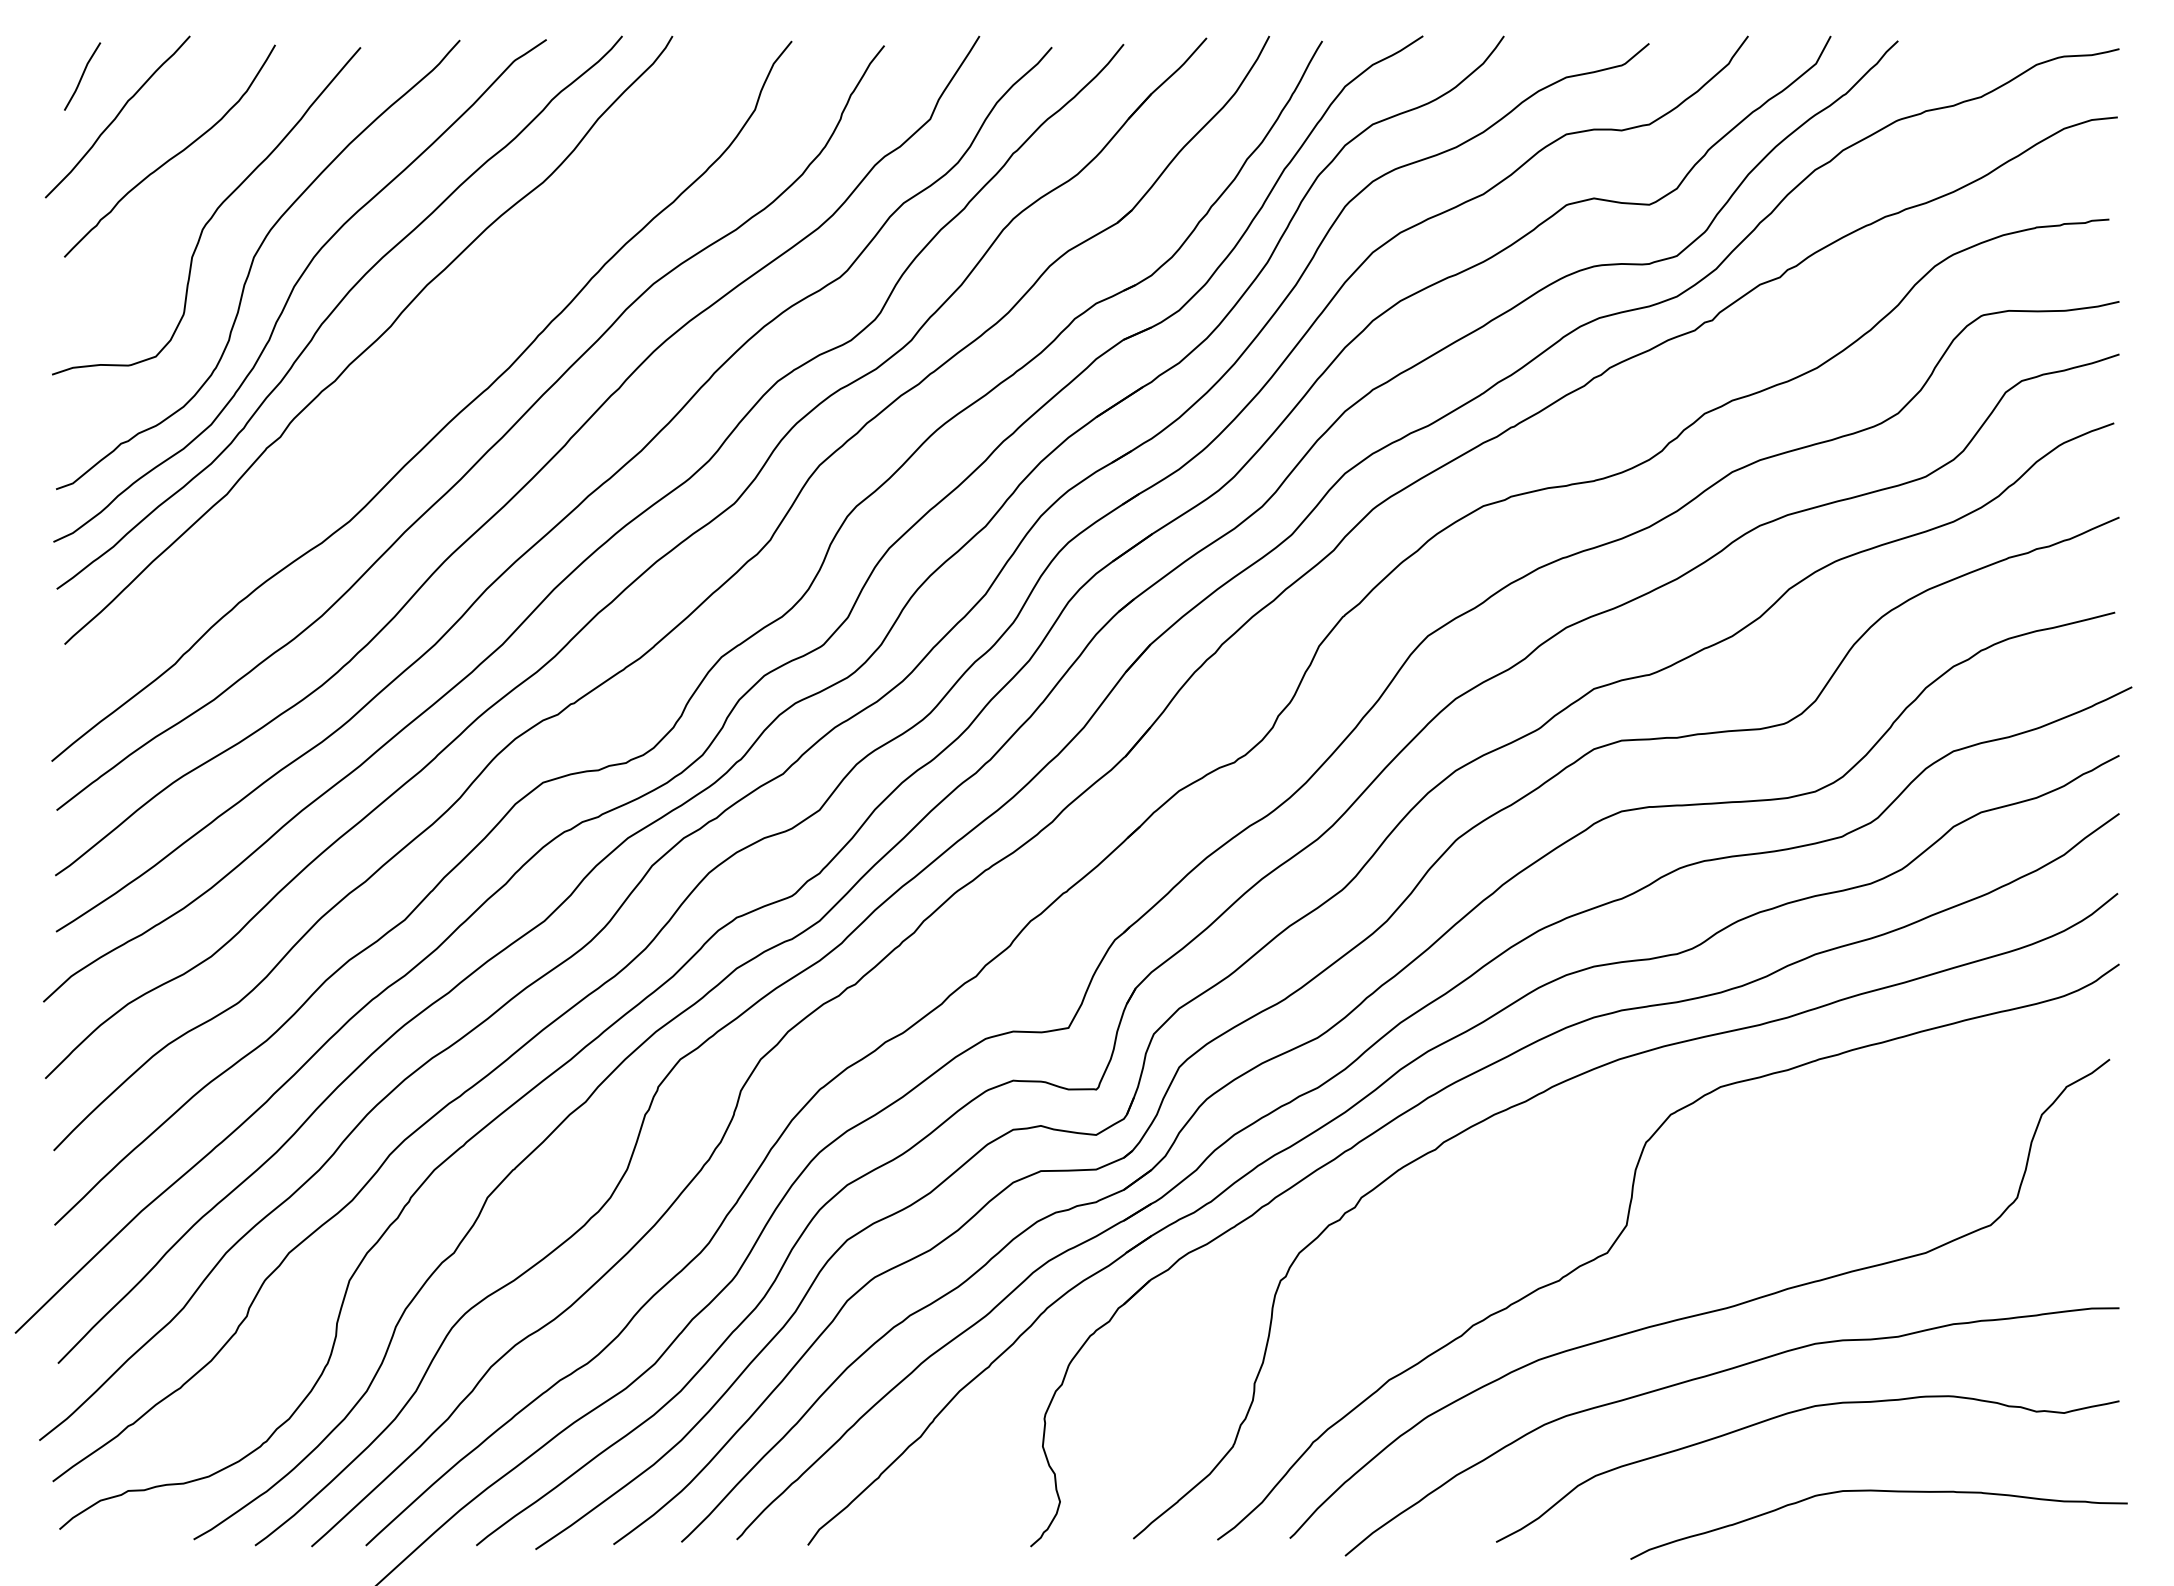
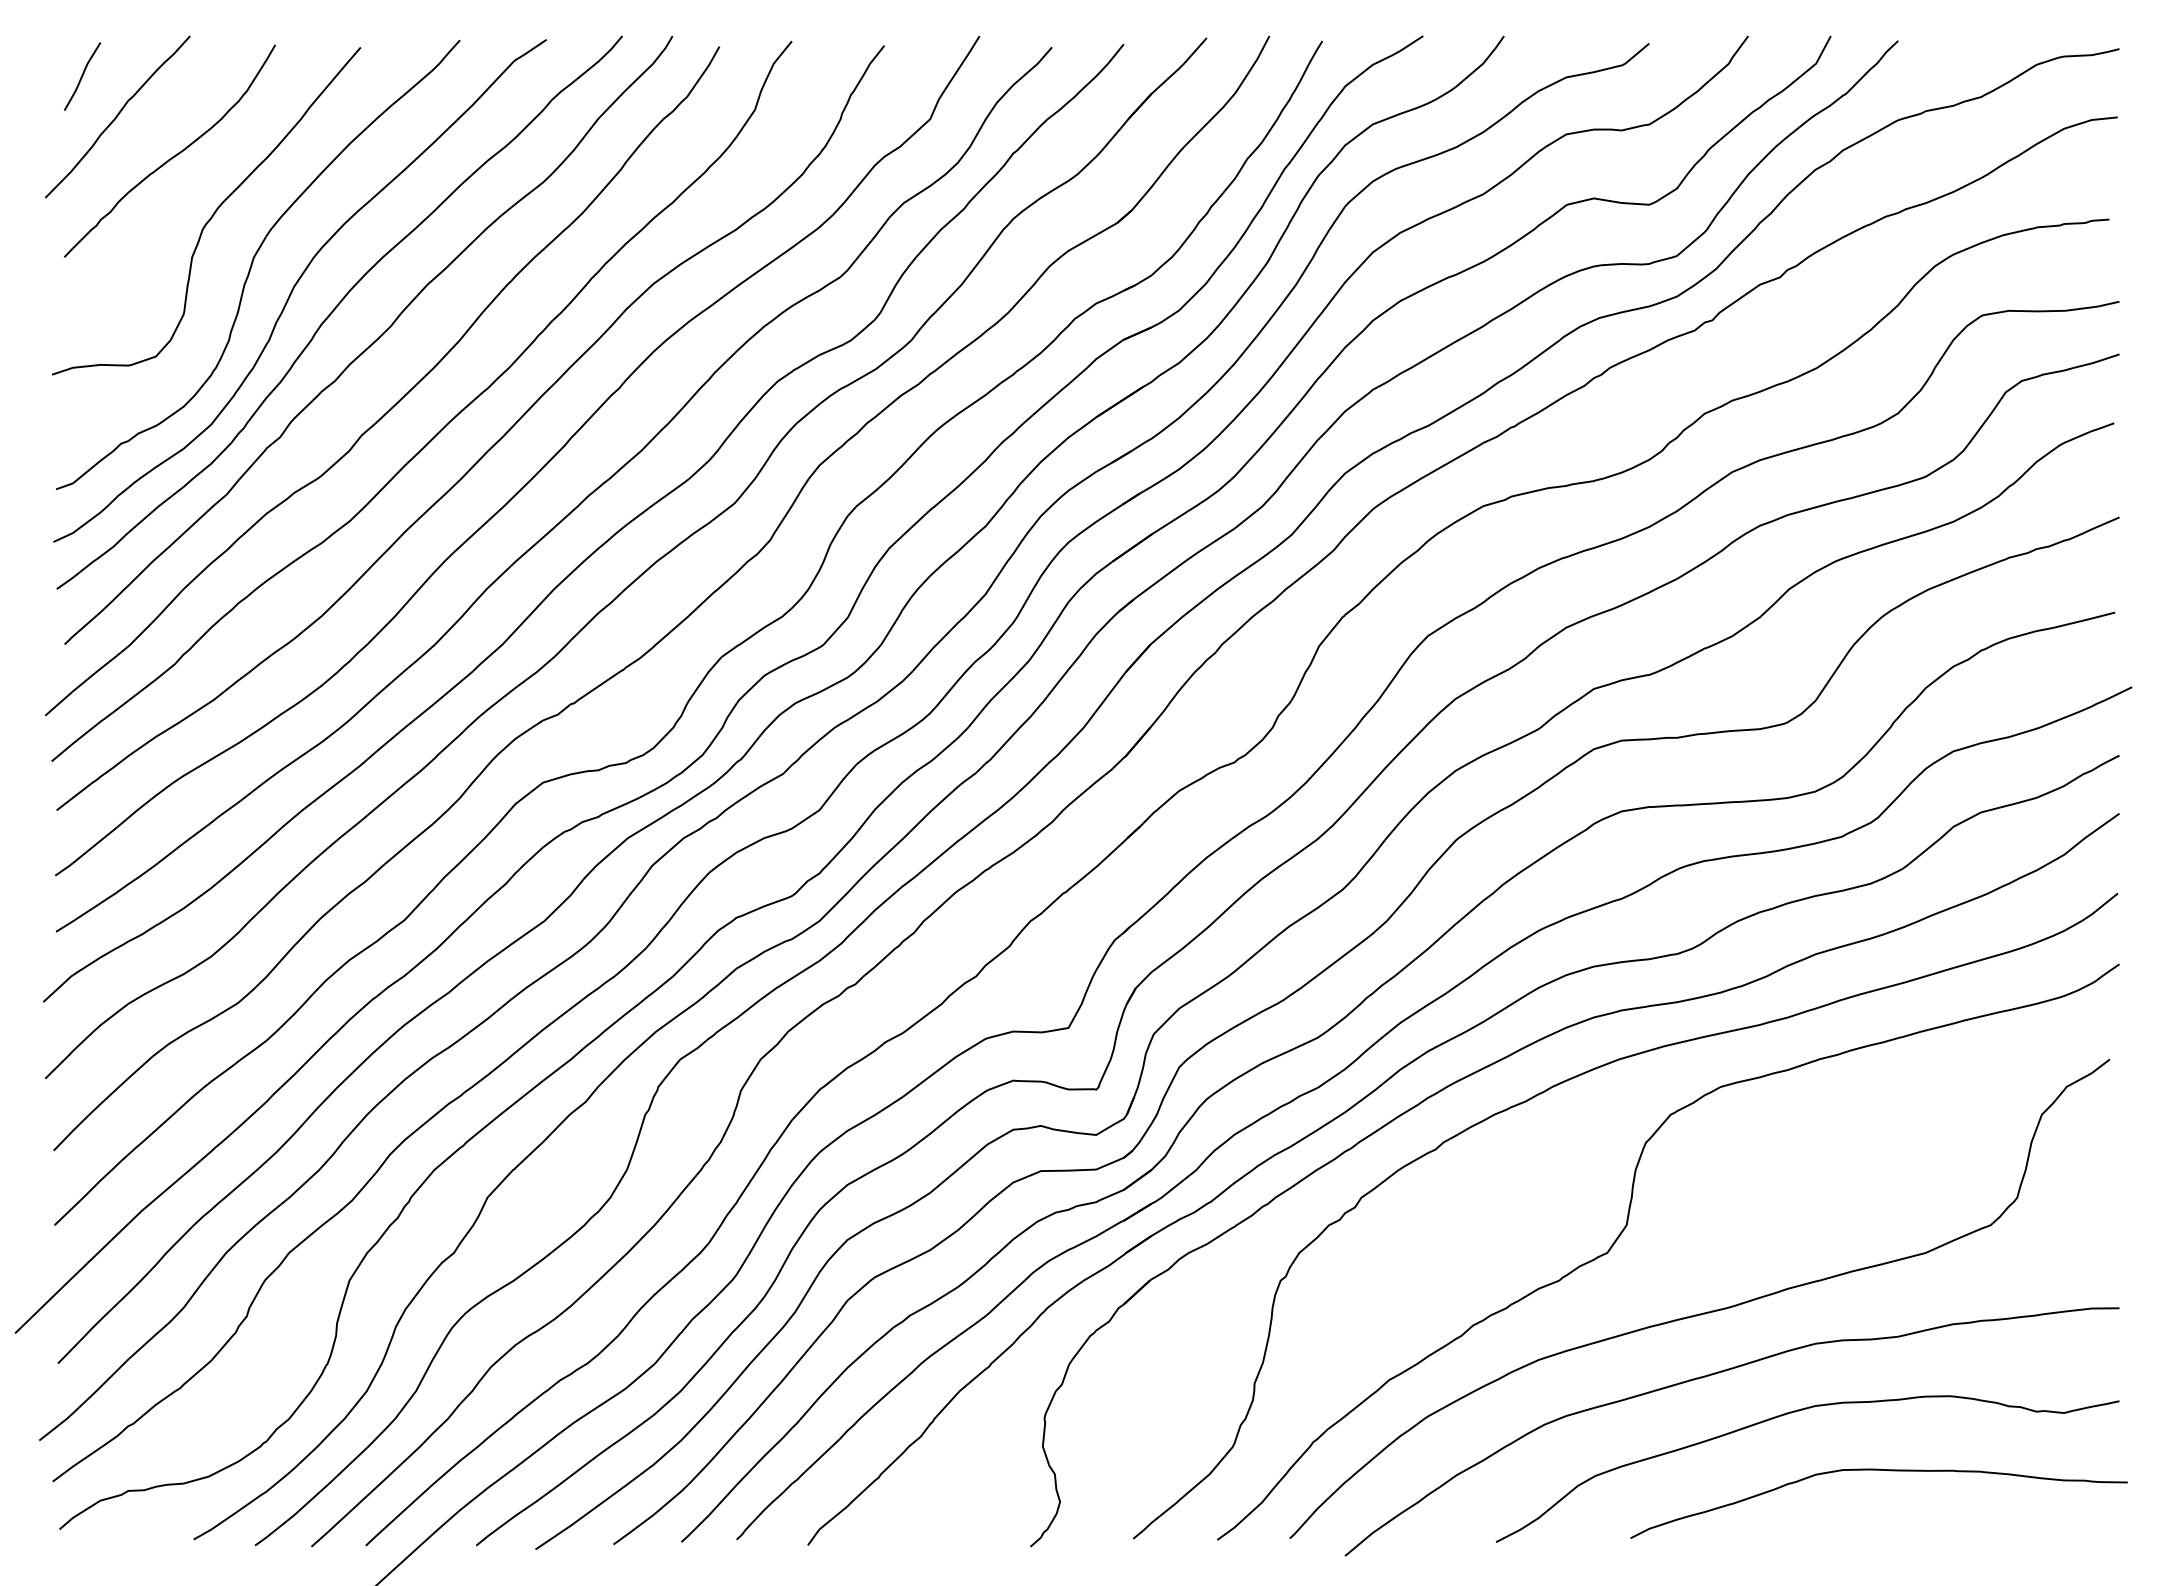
curve at (400, 398): none -> present
curve at (1878, 1491) position: (1878, 1491) -> (1878, 1470)
